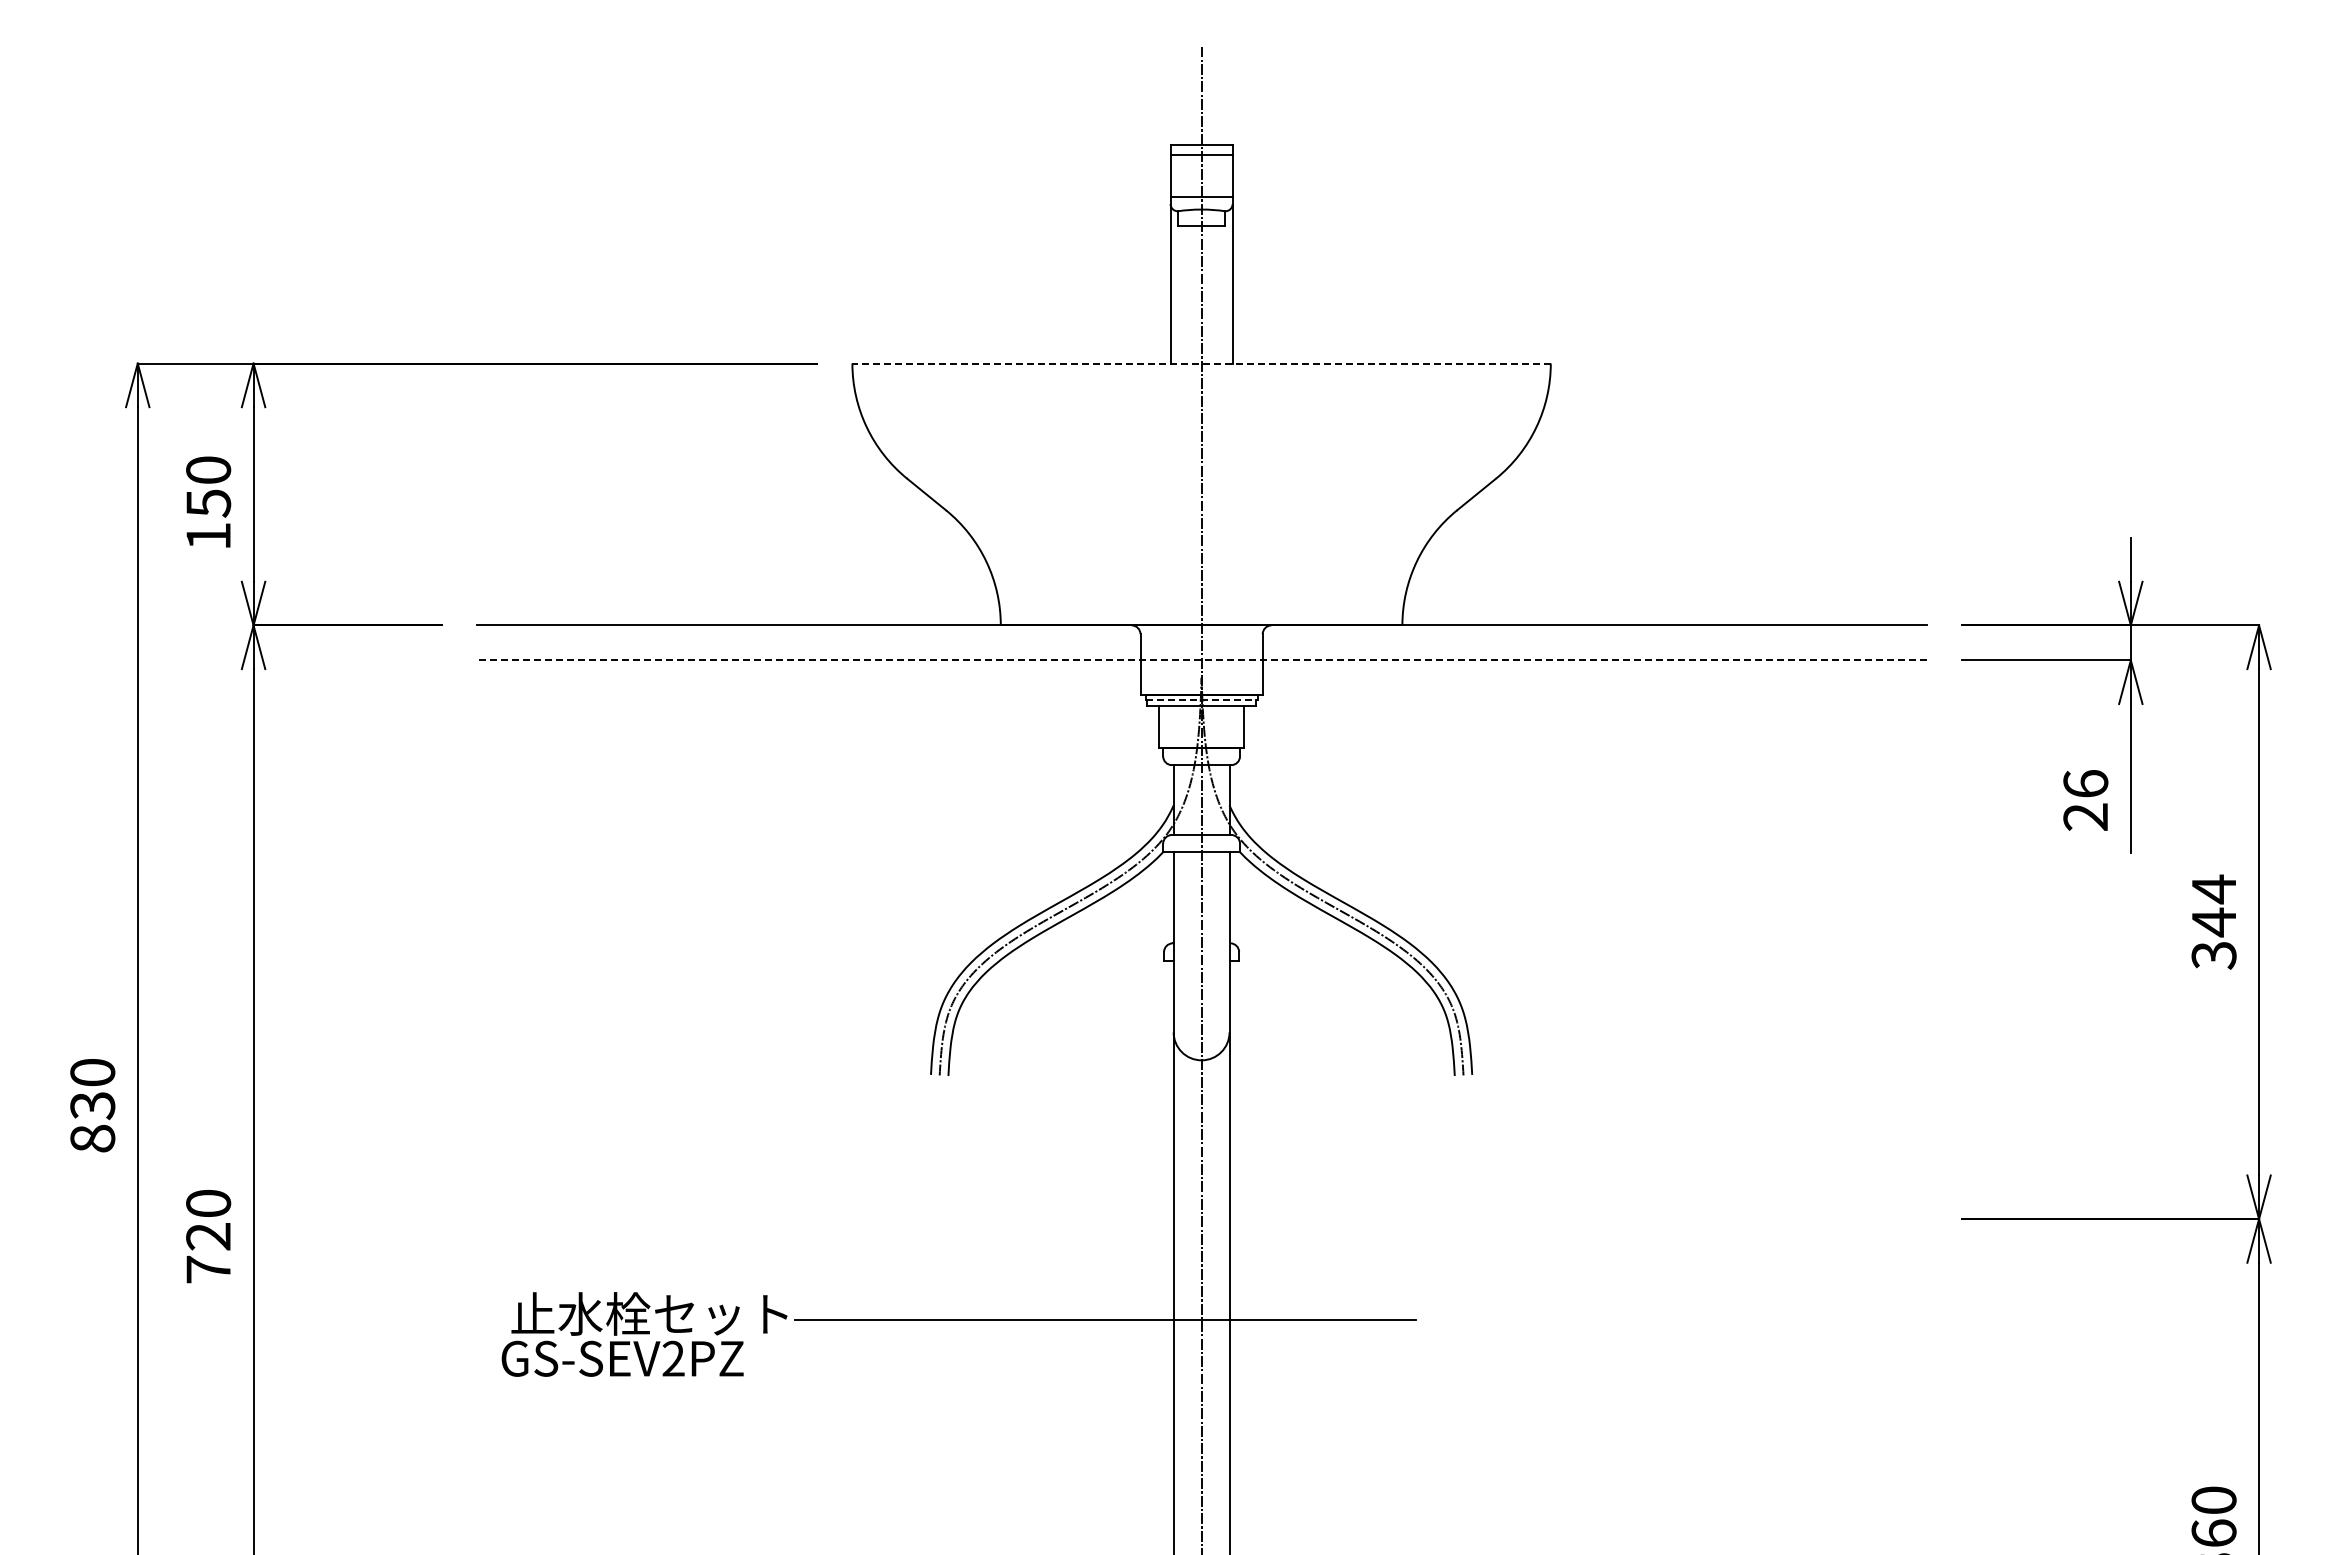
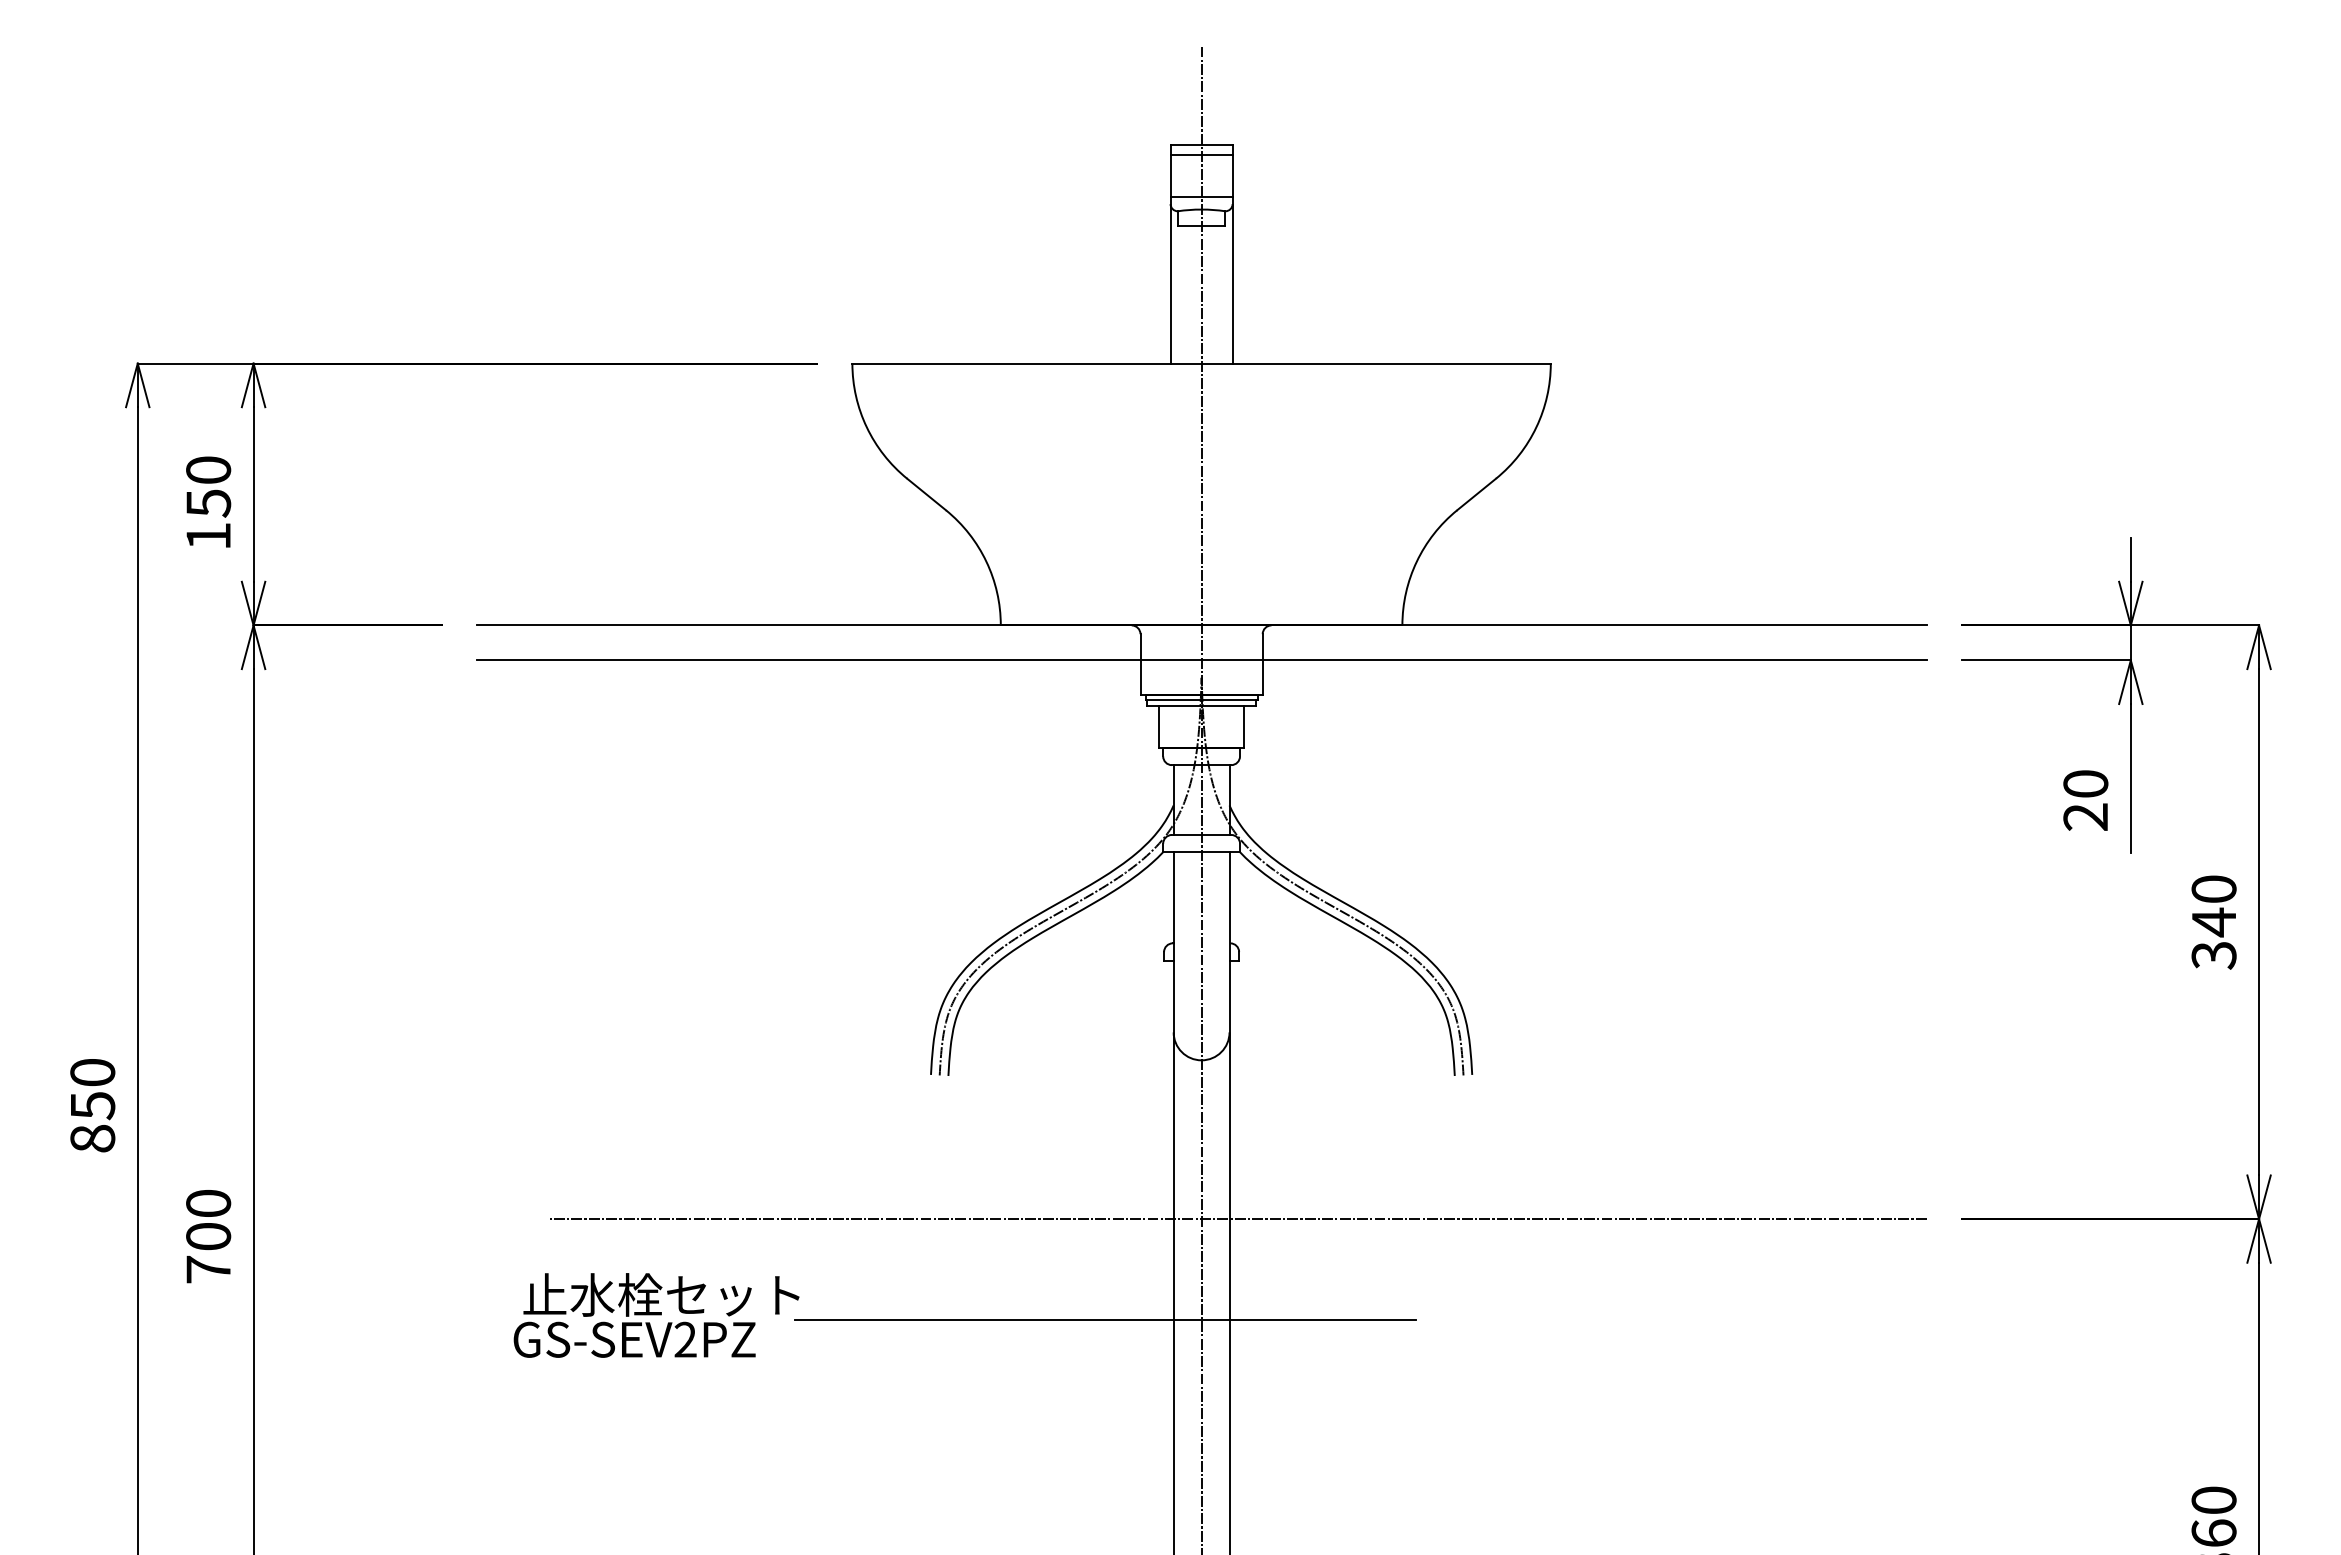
line at (1201, 363): dashed -> solid
line at (1201, 660): dashed -> solid
line at (1201, 699): dashed -> solid
text at (2085, 783): 26 -> 20
text at (2213, 889): 344 -> 340
text at (92, 1106): 830 -> 850
line at (1236, 1219): none -> present
text at (208, 1236): 720 -> 700
text at (644, 1334) position: (644, 1334) -> (656, 1315)
